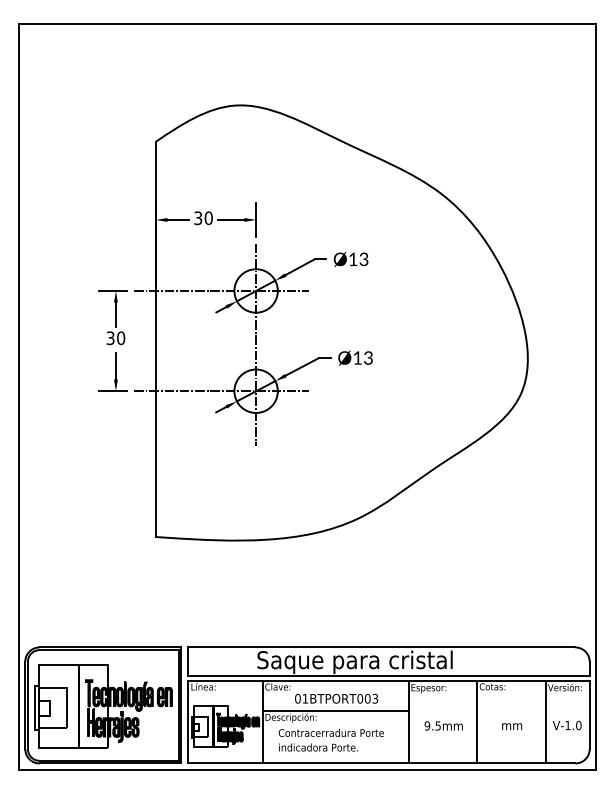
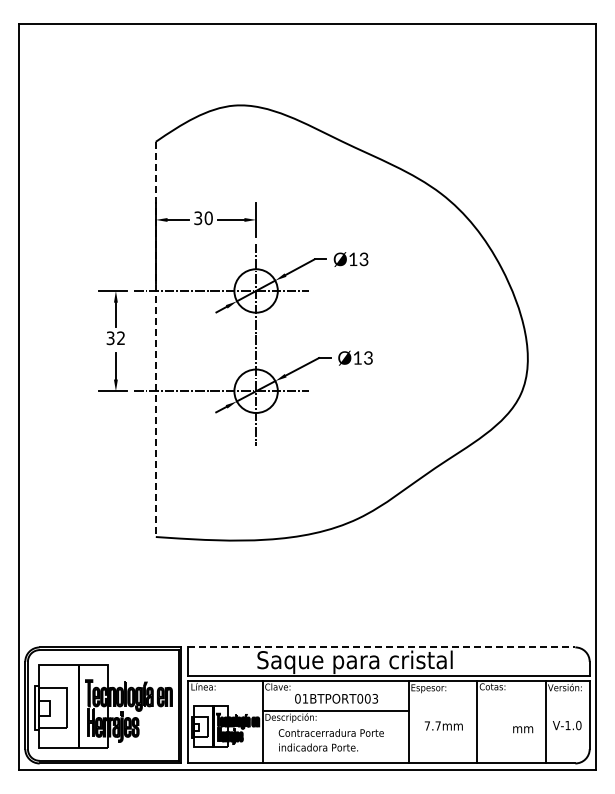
text at (121, 338): 30 -> 32
line at (155, 339): solid -> dashed
line at (381, 647): solid -> dashed
text at (432, 725): 9.5mm -> 7.7mm
text at (512, 726) position: (512, 726) -> (523, 729)
